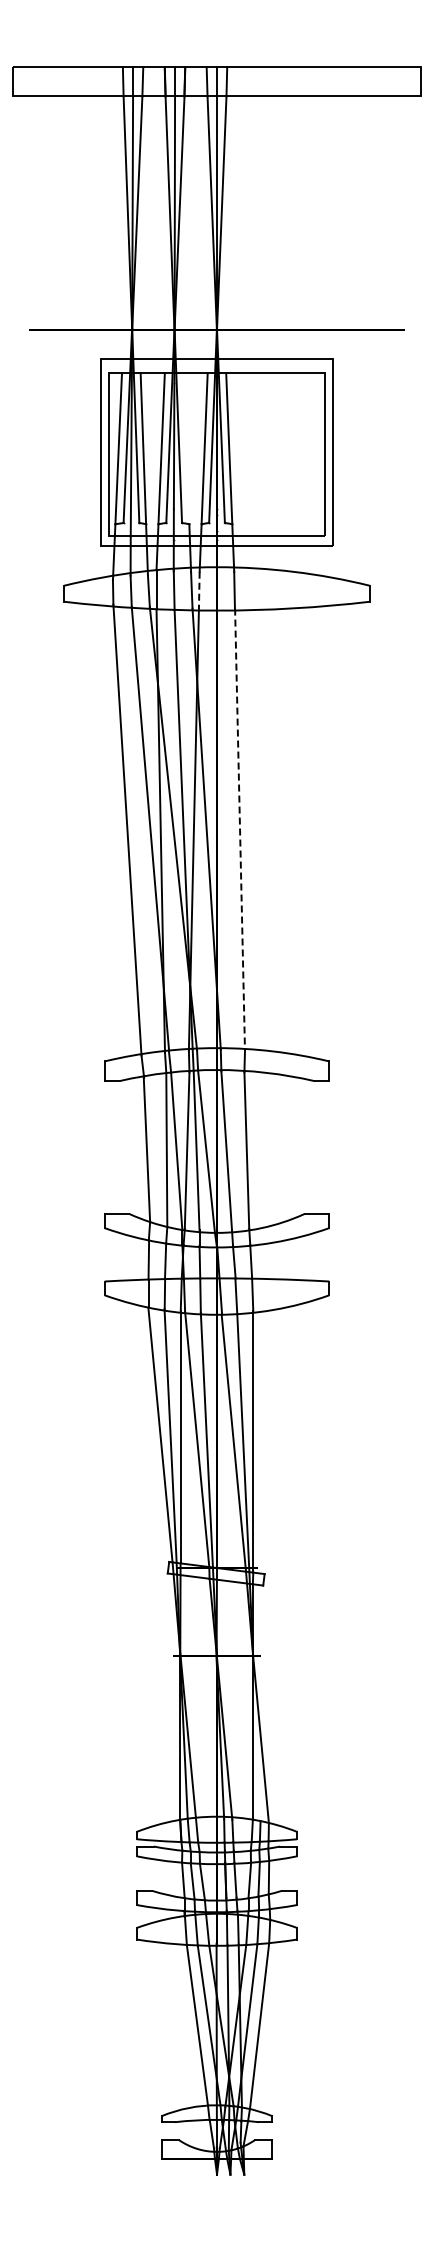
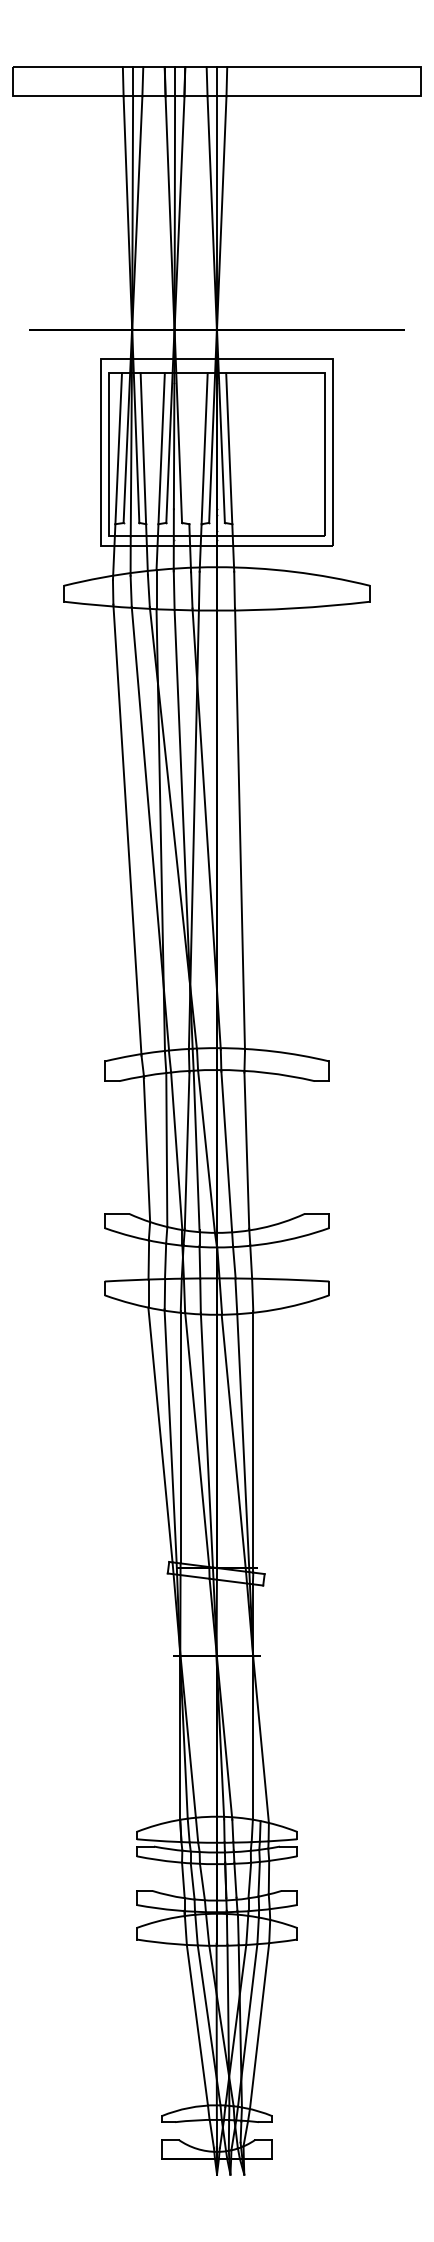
line at (199, 590): dashed -> solid
line at (240, 830): dashed -> solid
